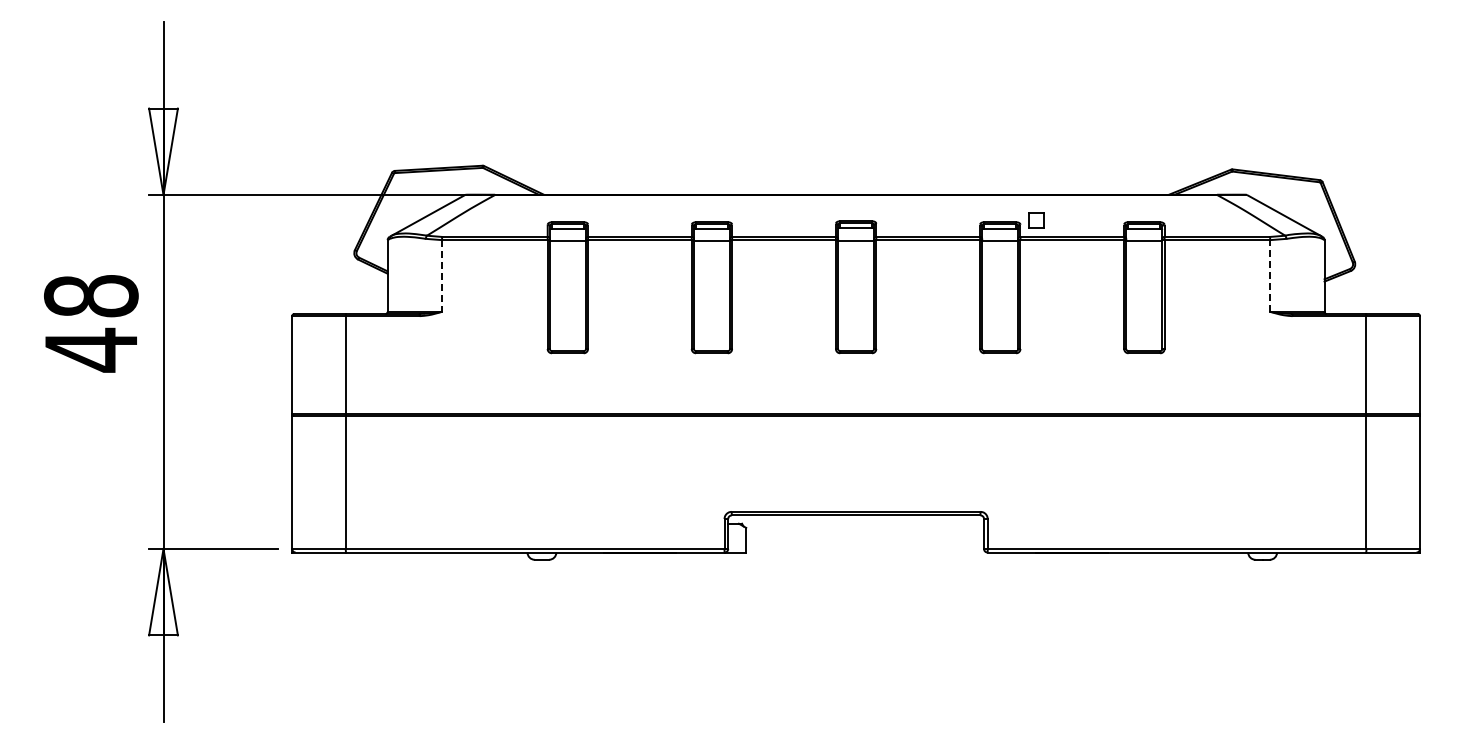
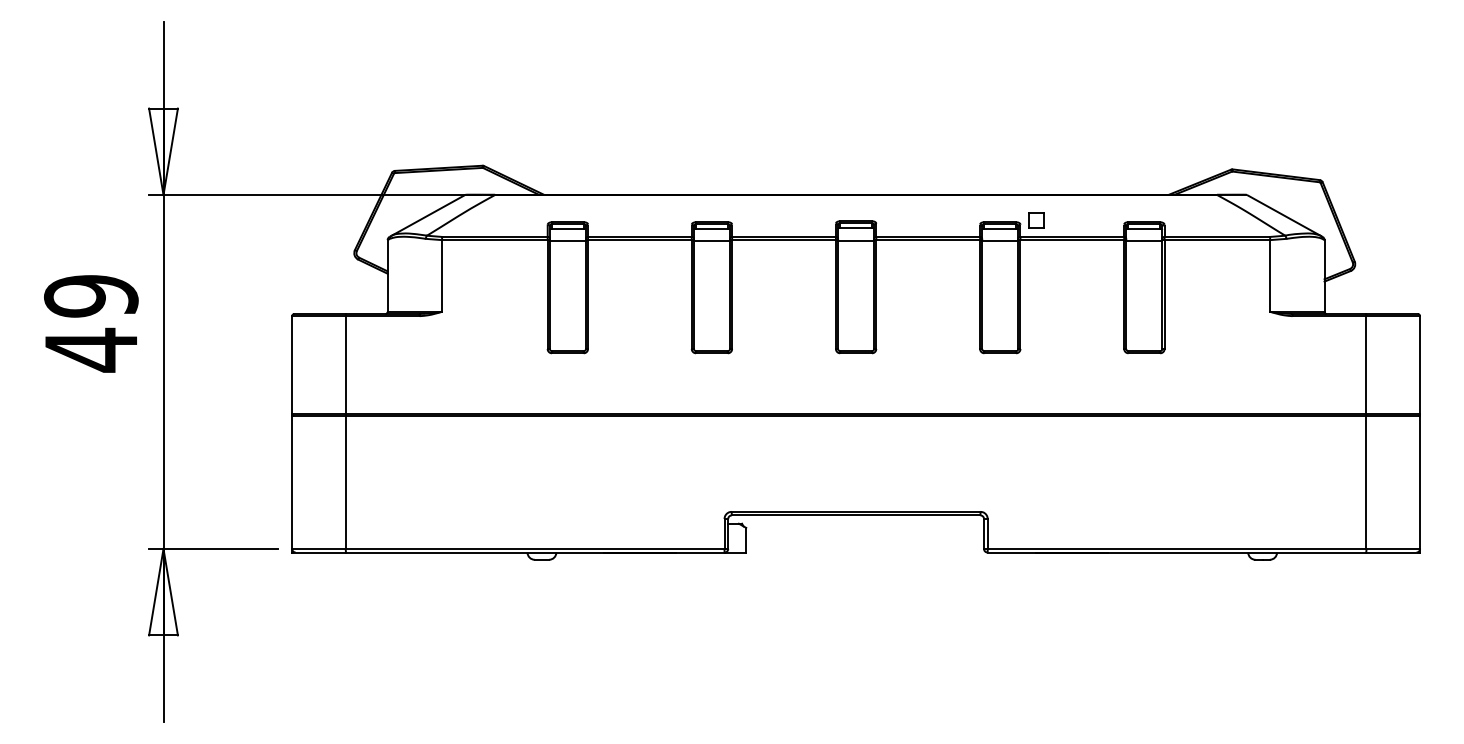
line at (442, 275): dashed -> solid
line at (1270, 275): dashed -> solid
text at (91, 296): 48 -> 49
